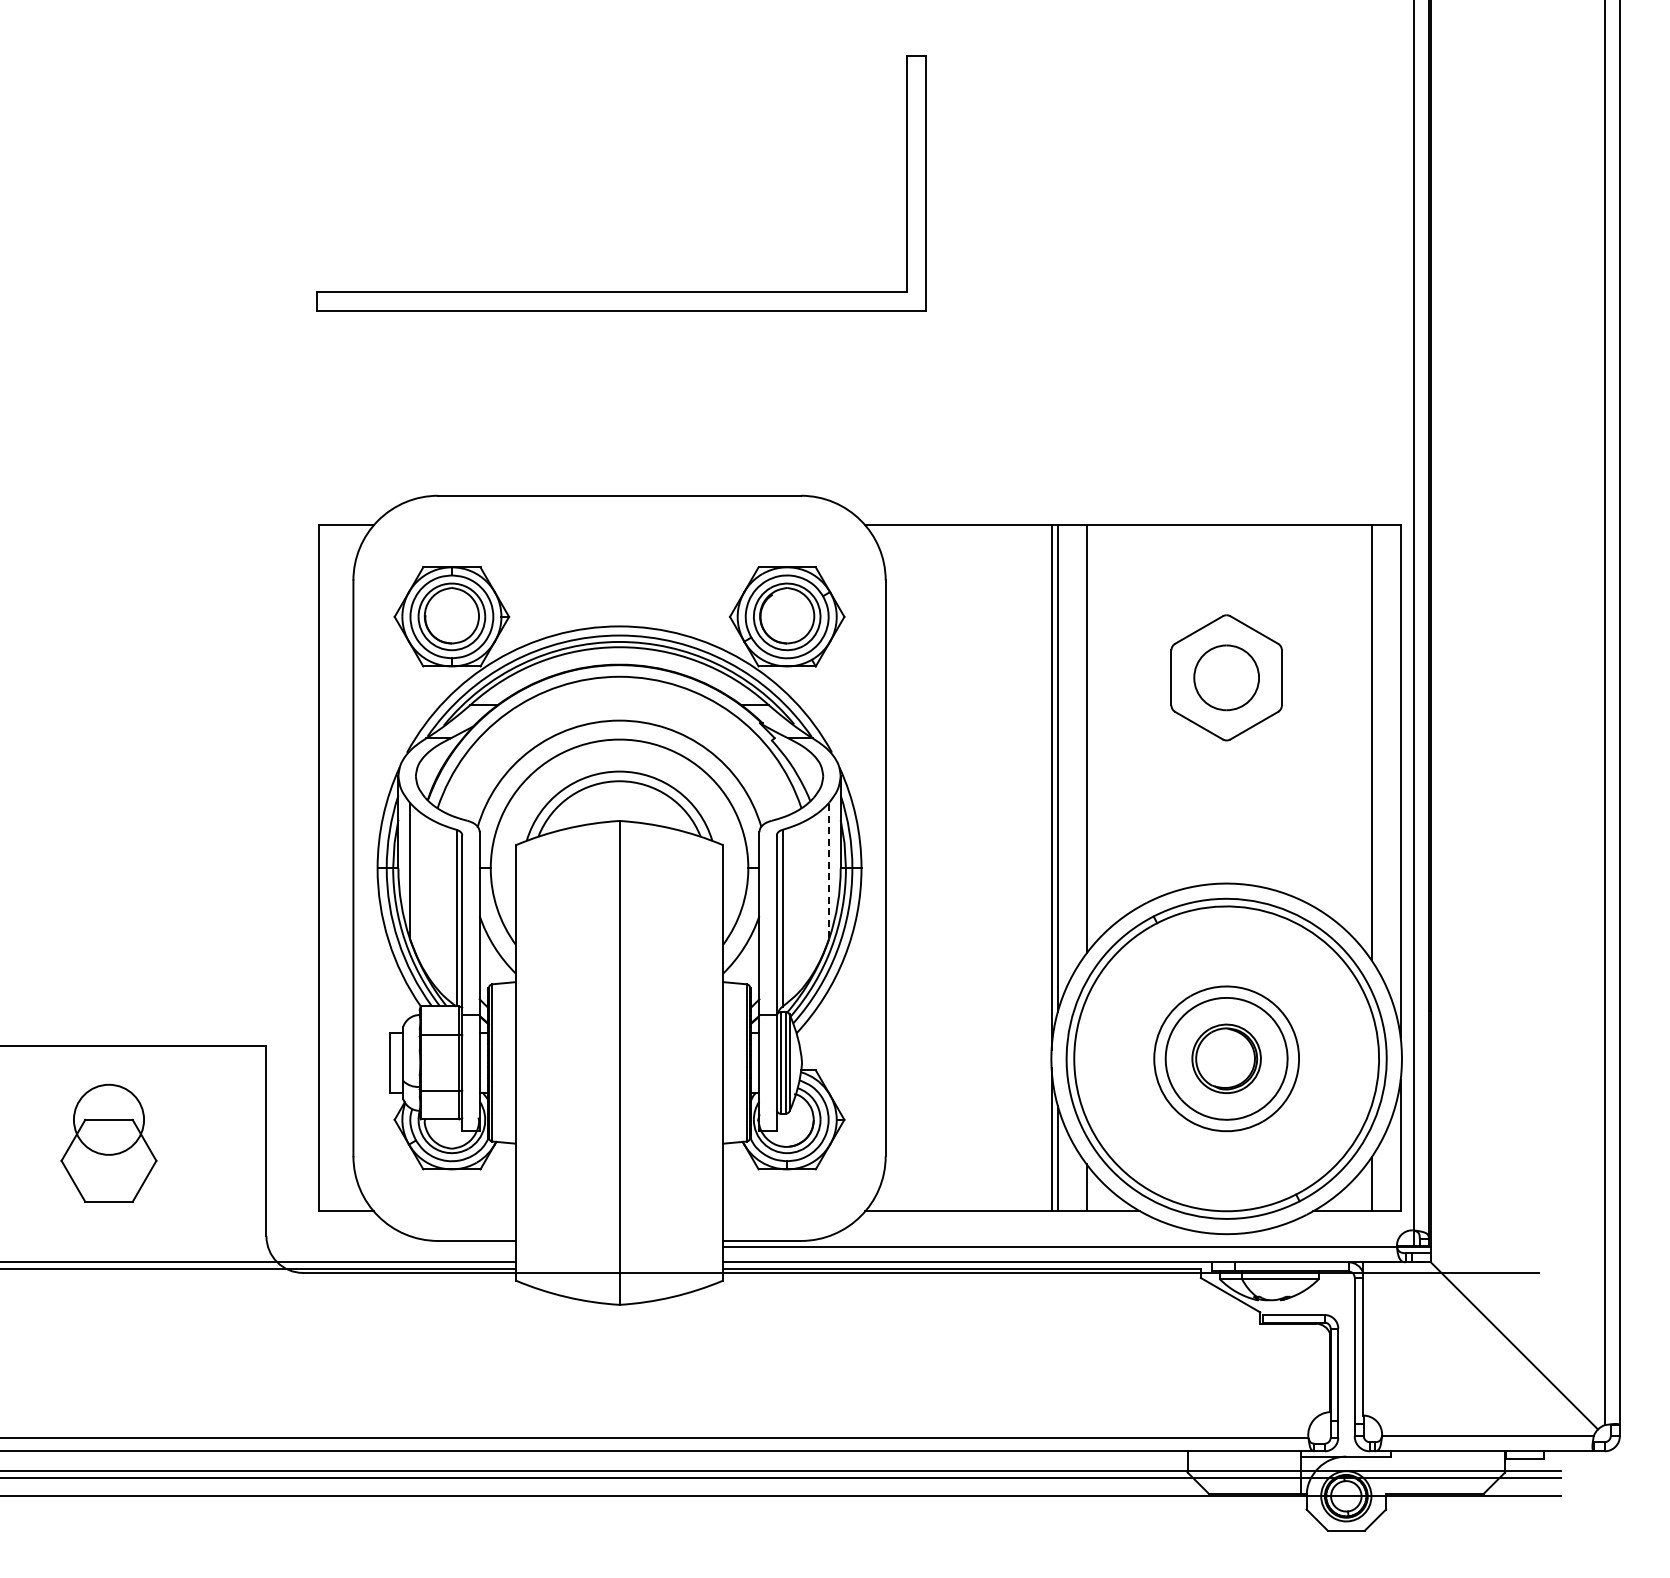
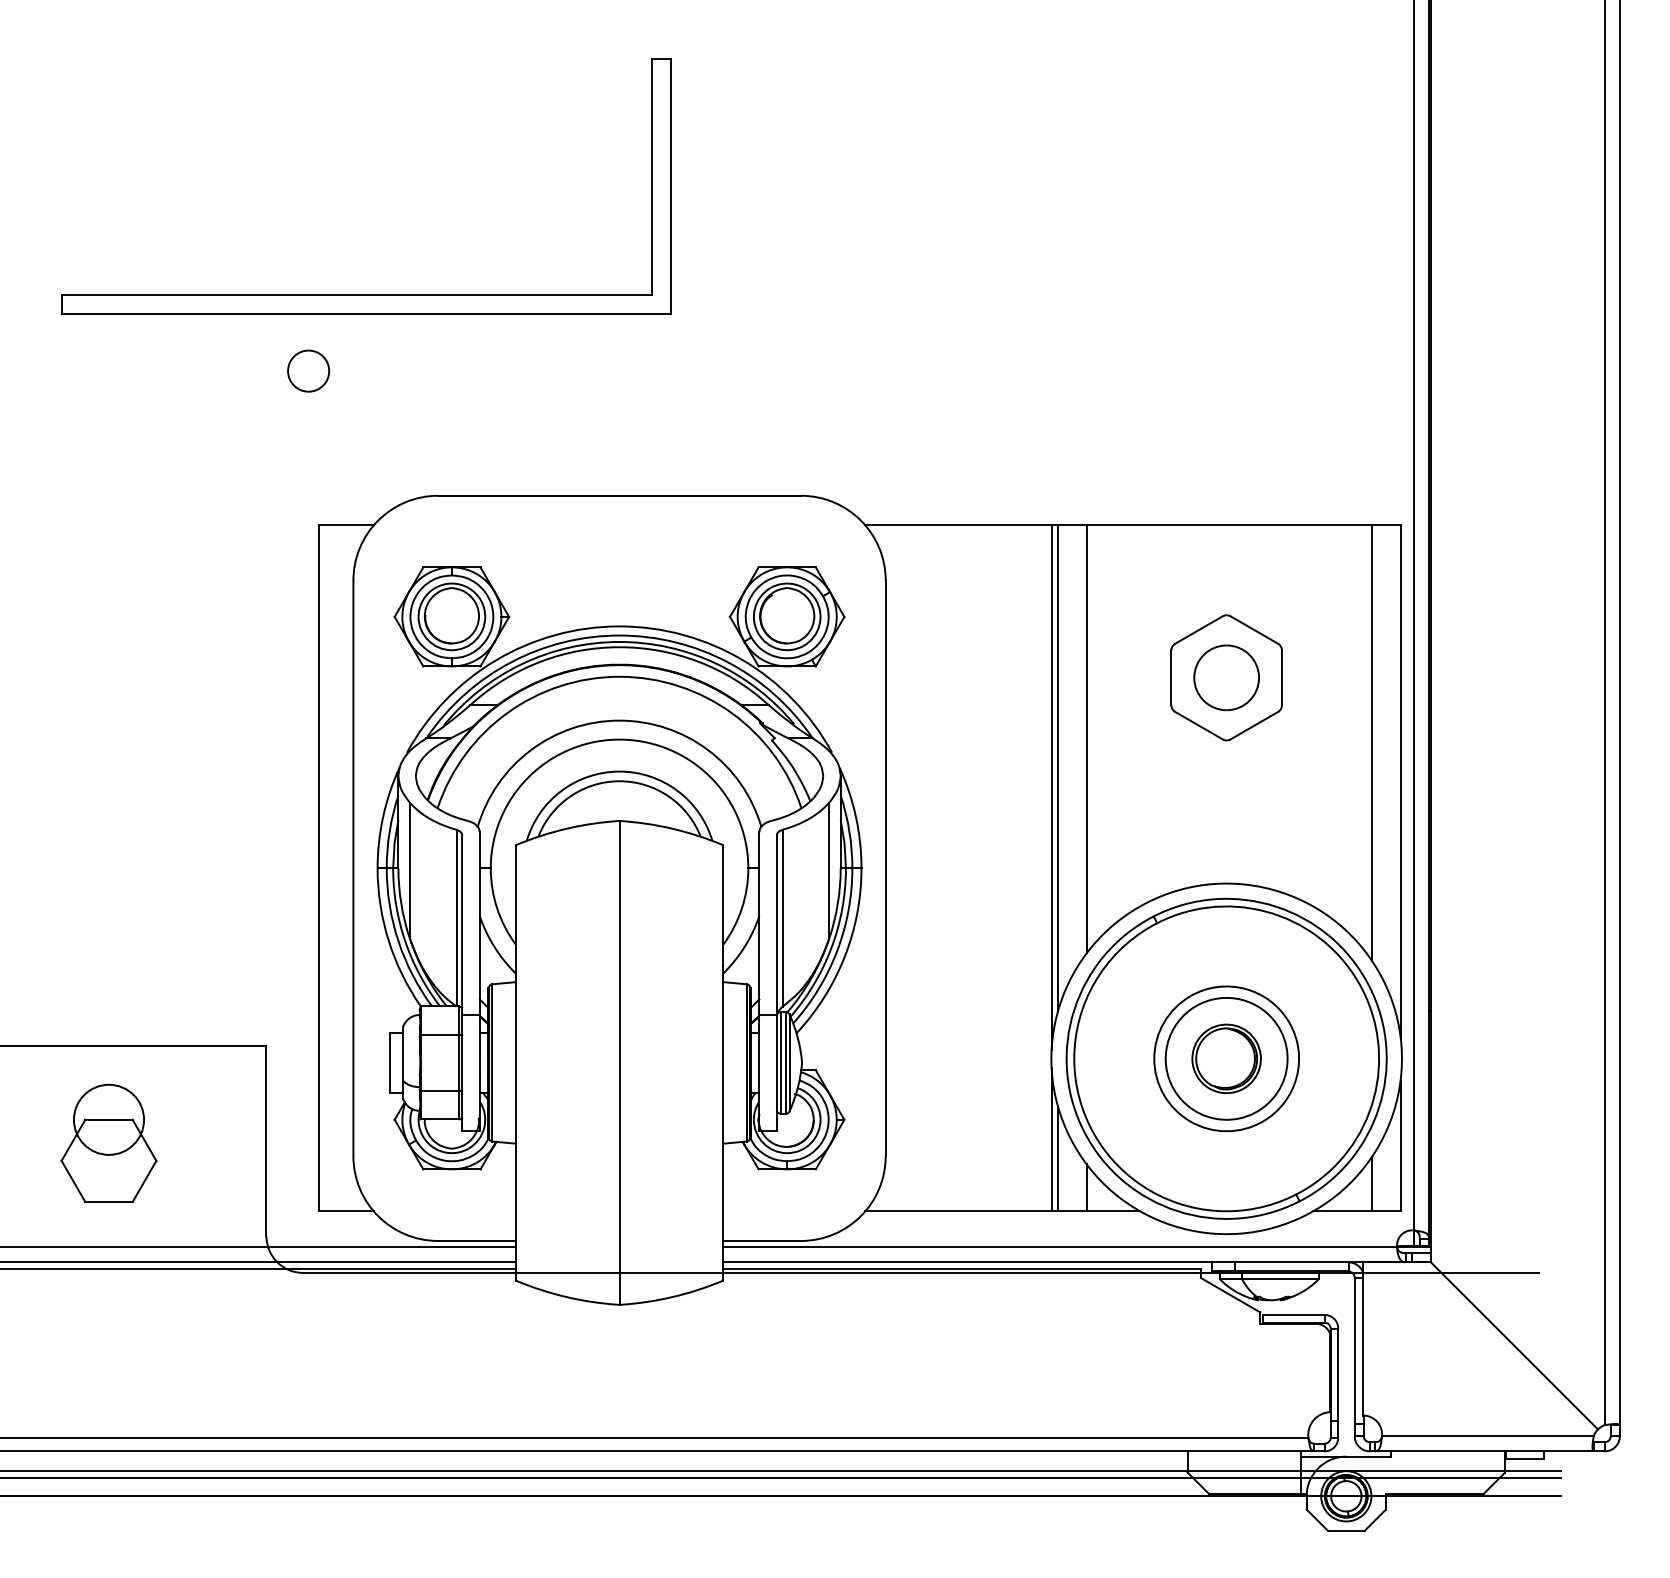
part at (621, 291) position: (621, 291) -> (366, 294)
part at (308, 370): none -> present
line at (829, 870): dashed -> solid
line at (259, 1247): none -> present
